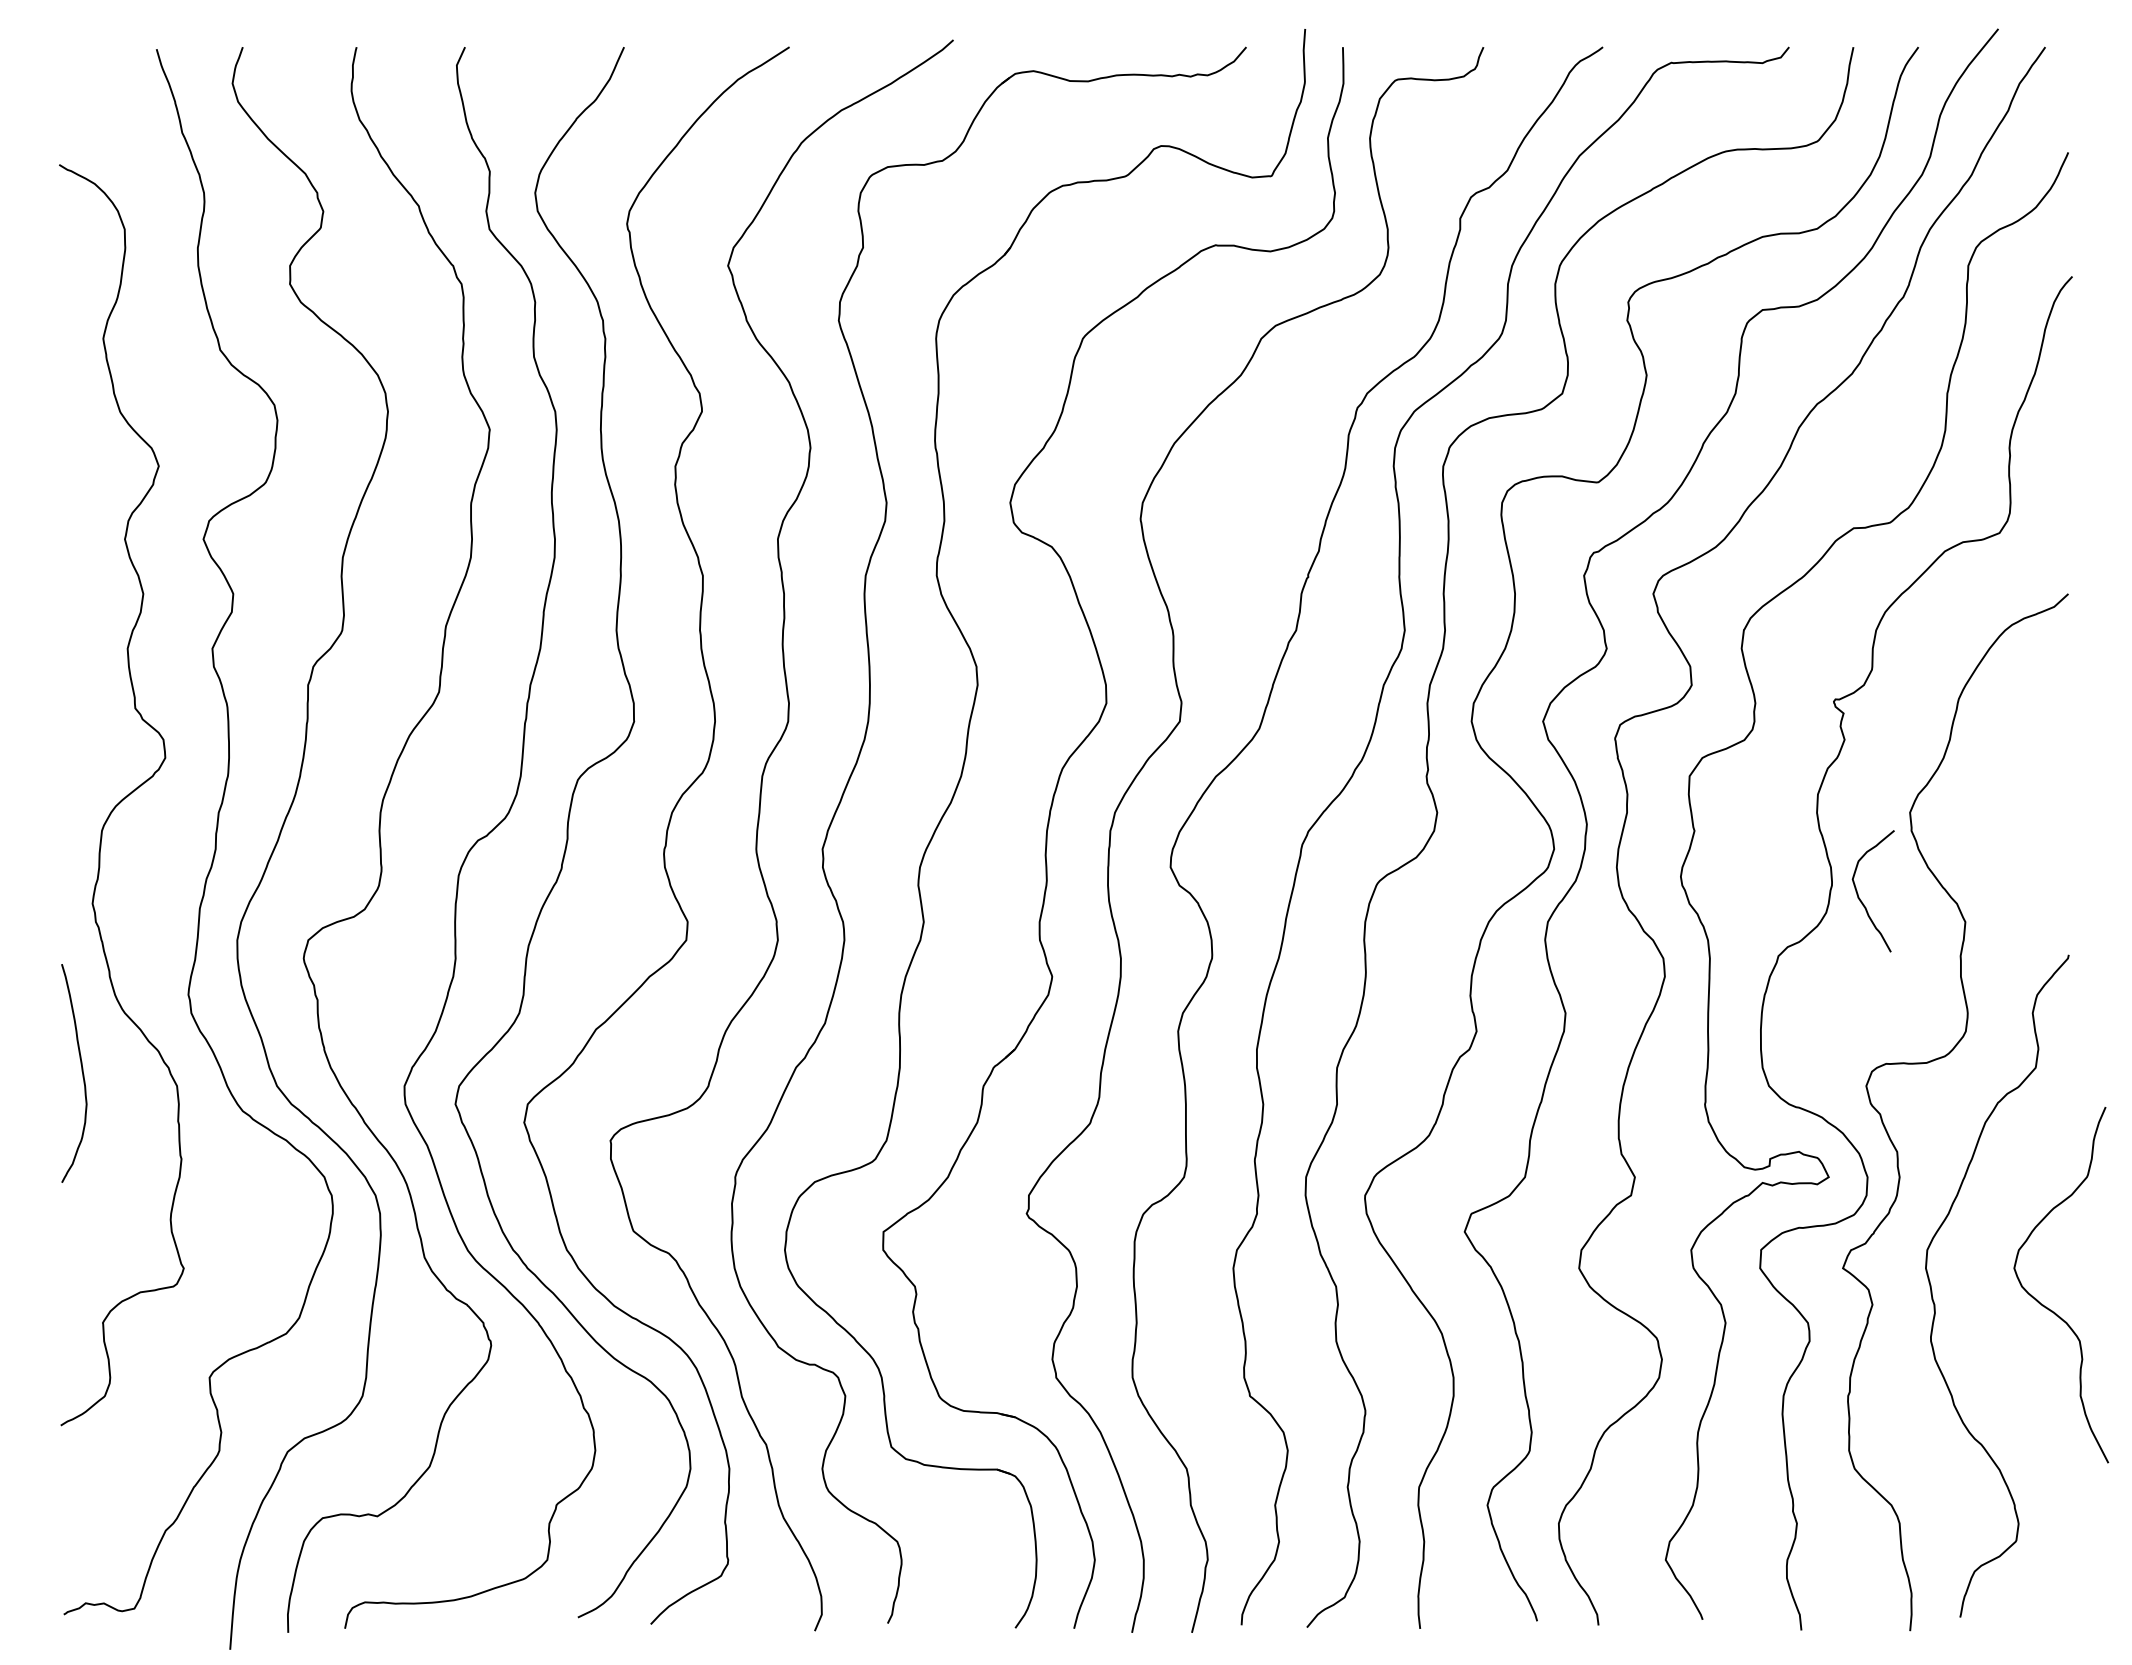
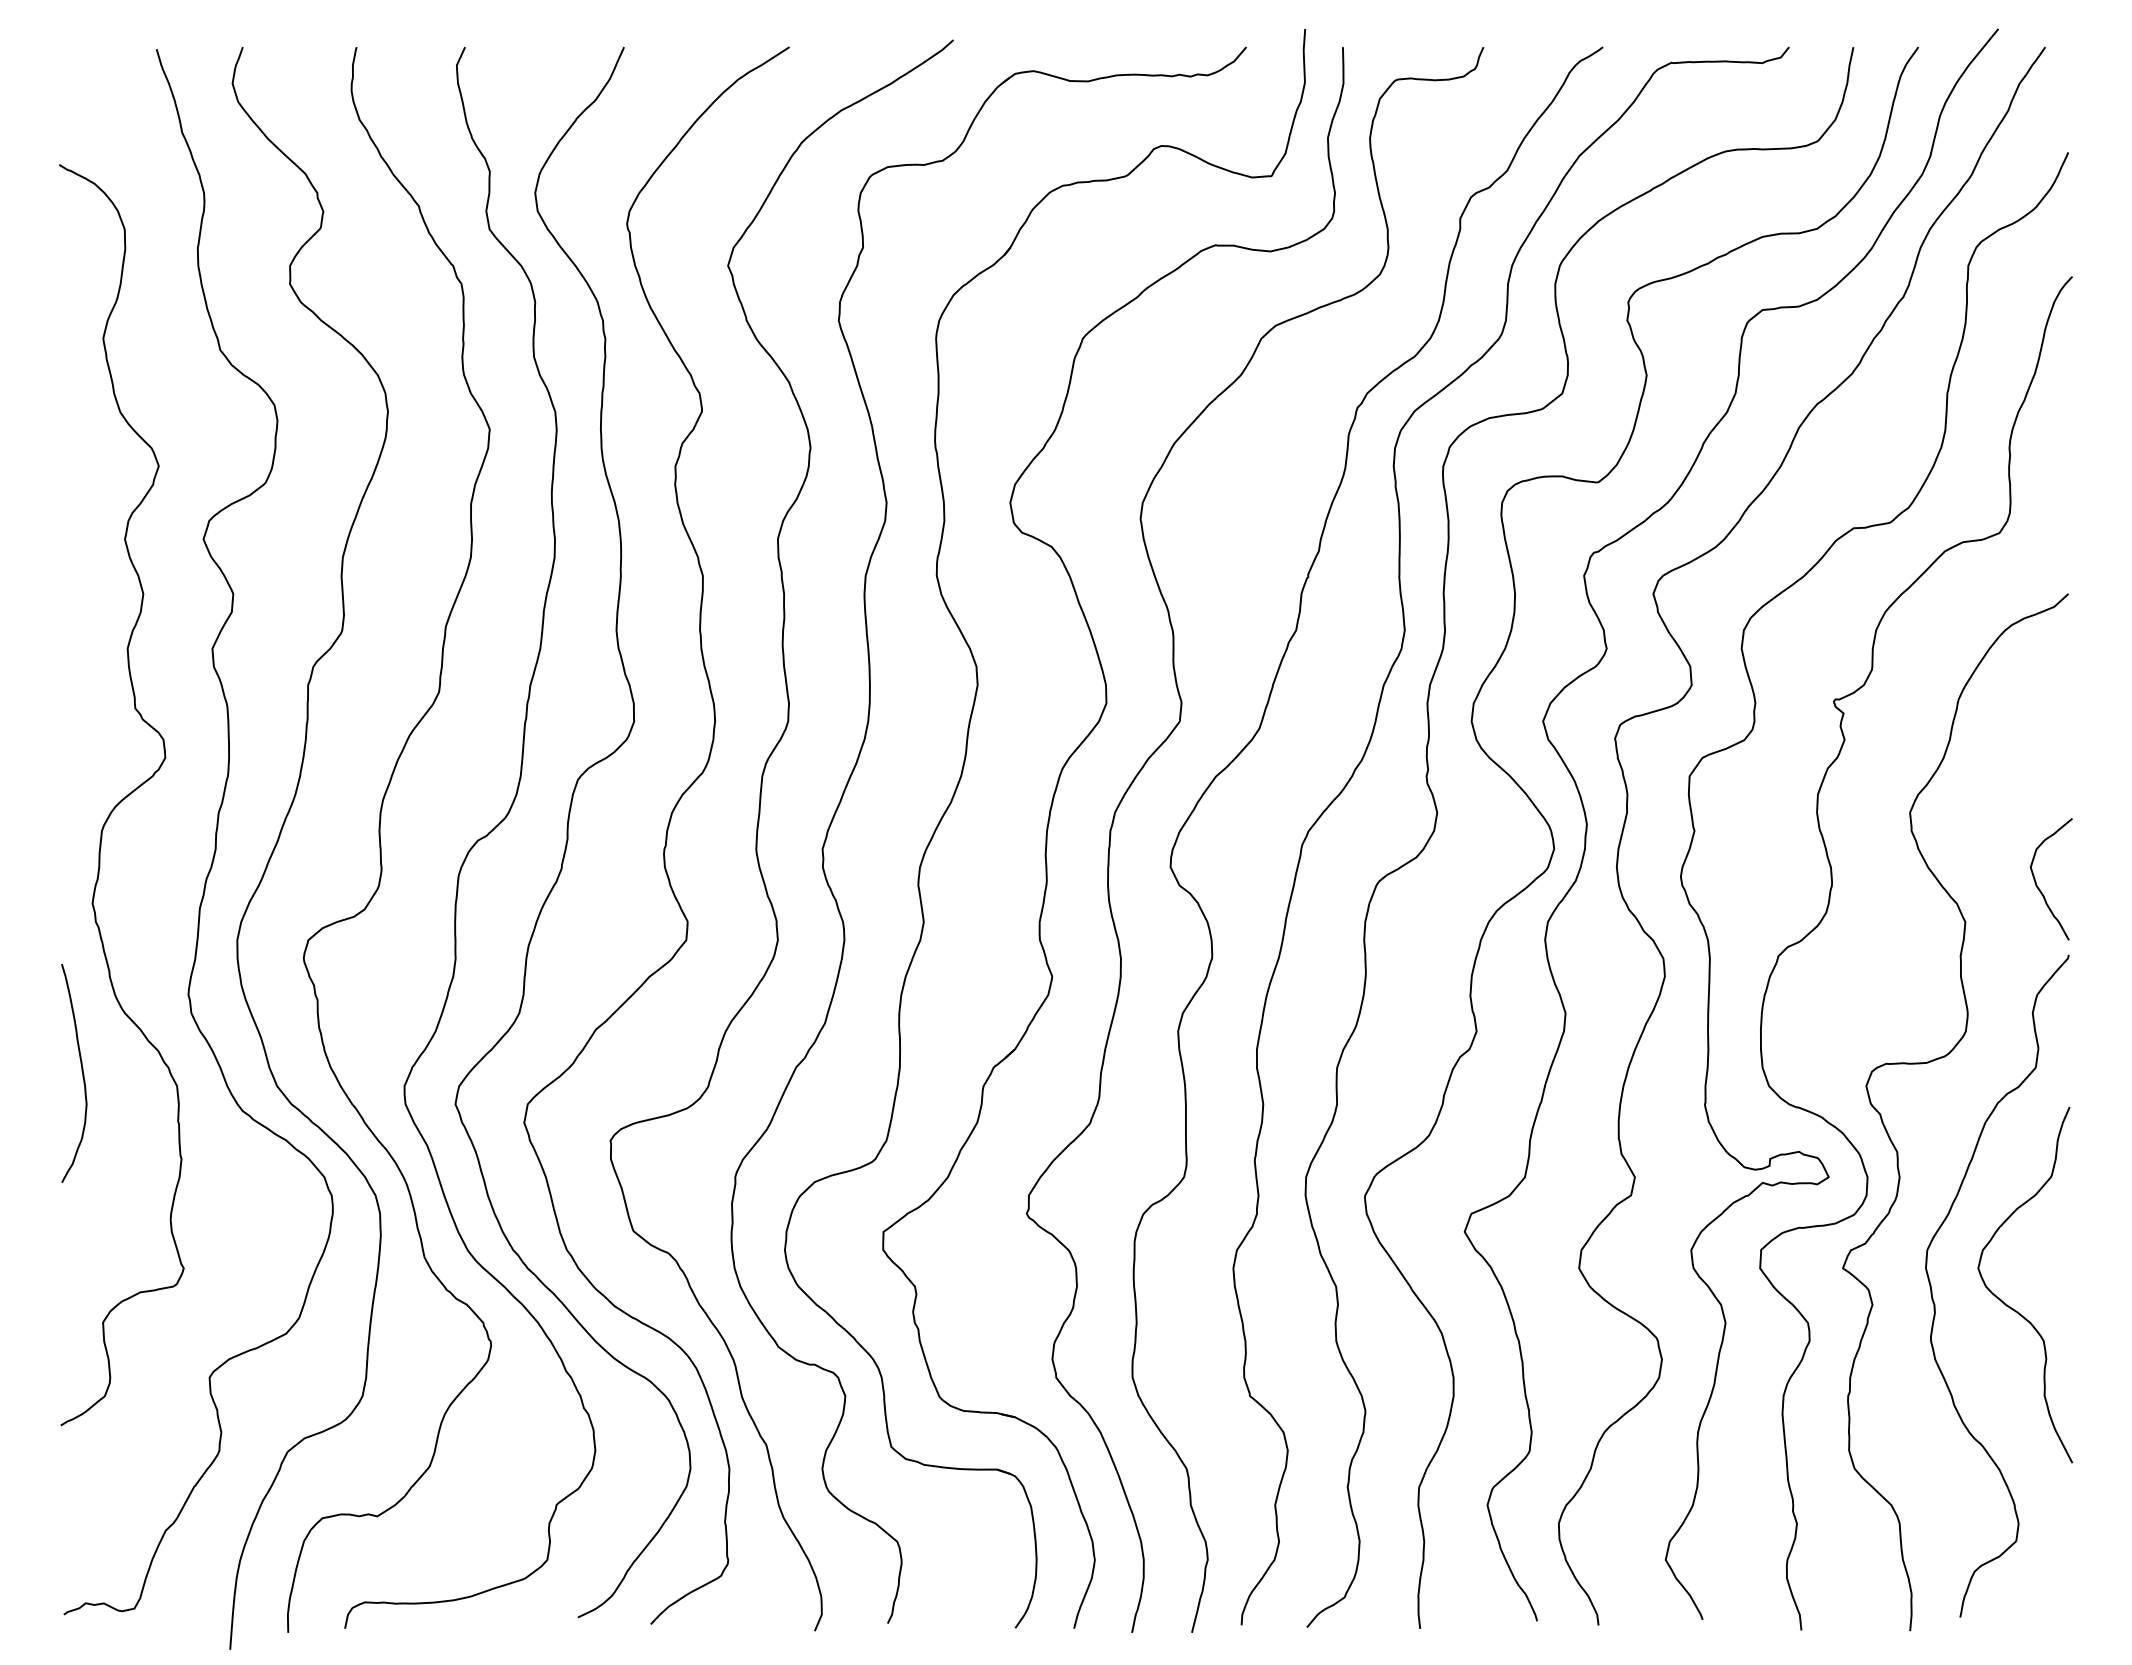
curve at (1860, 898) position: (1860, 898) -> (2038, 886)
curve at (2046, 1306) position: (2046, 1306) -> (2010, 1306)
